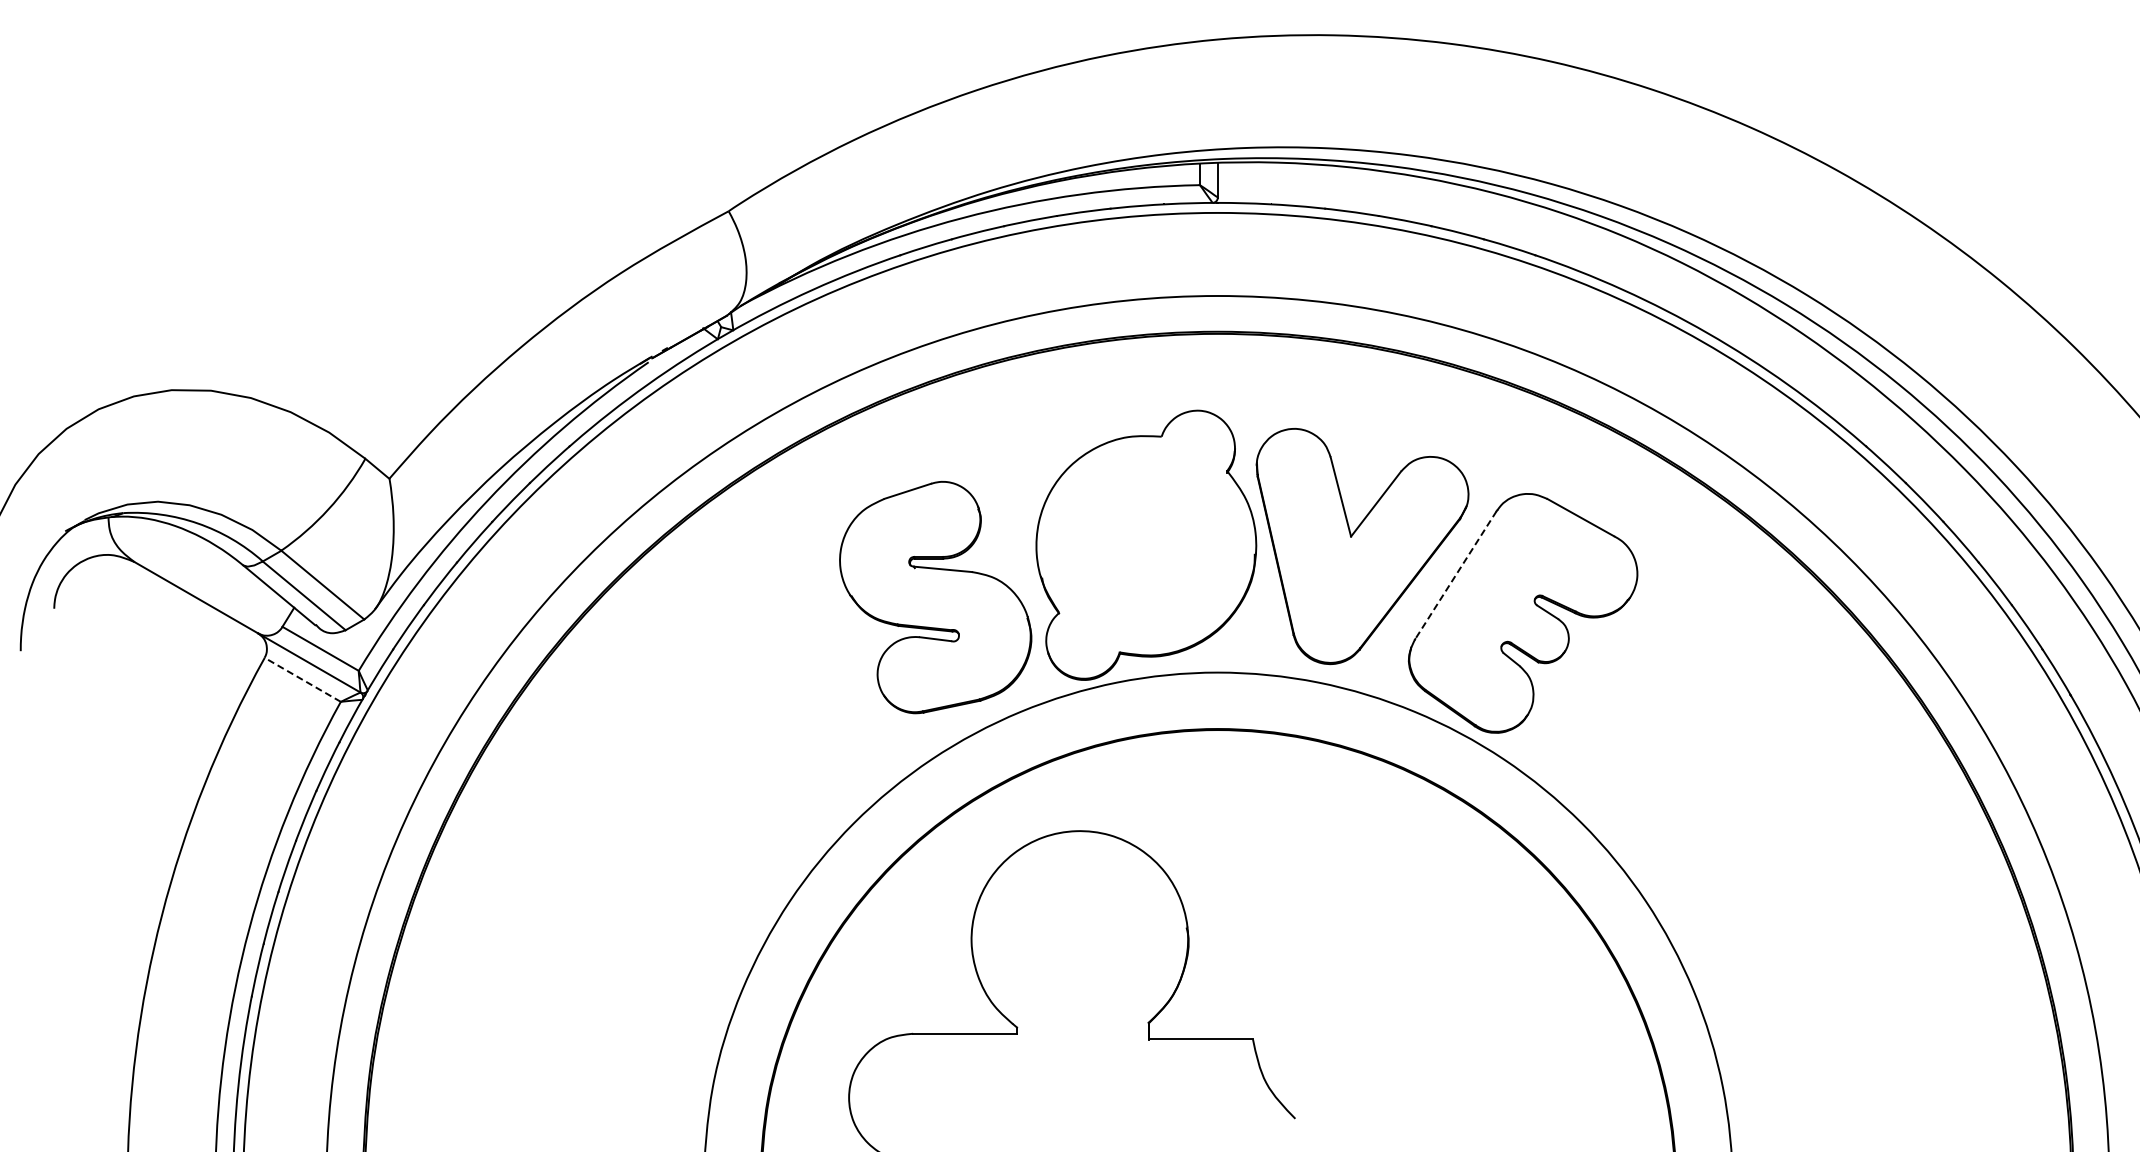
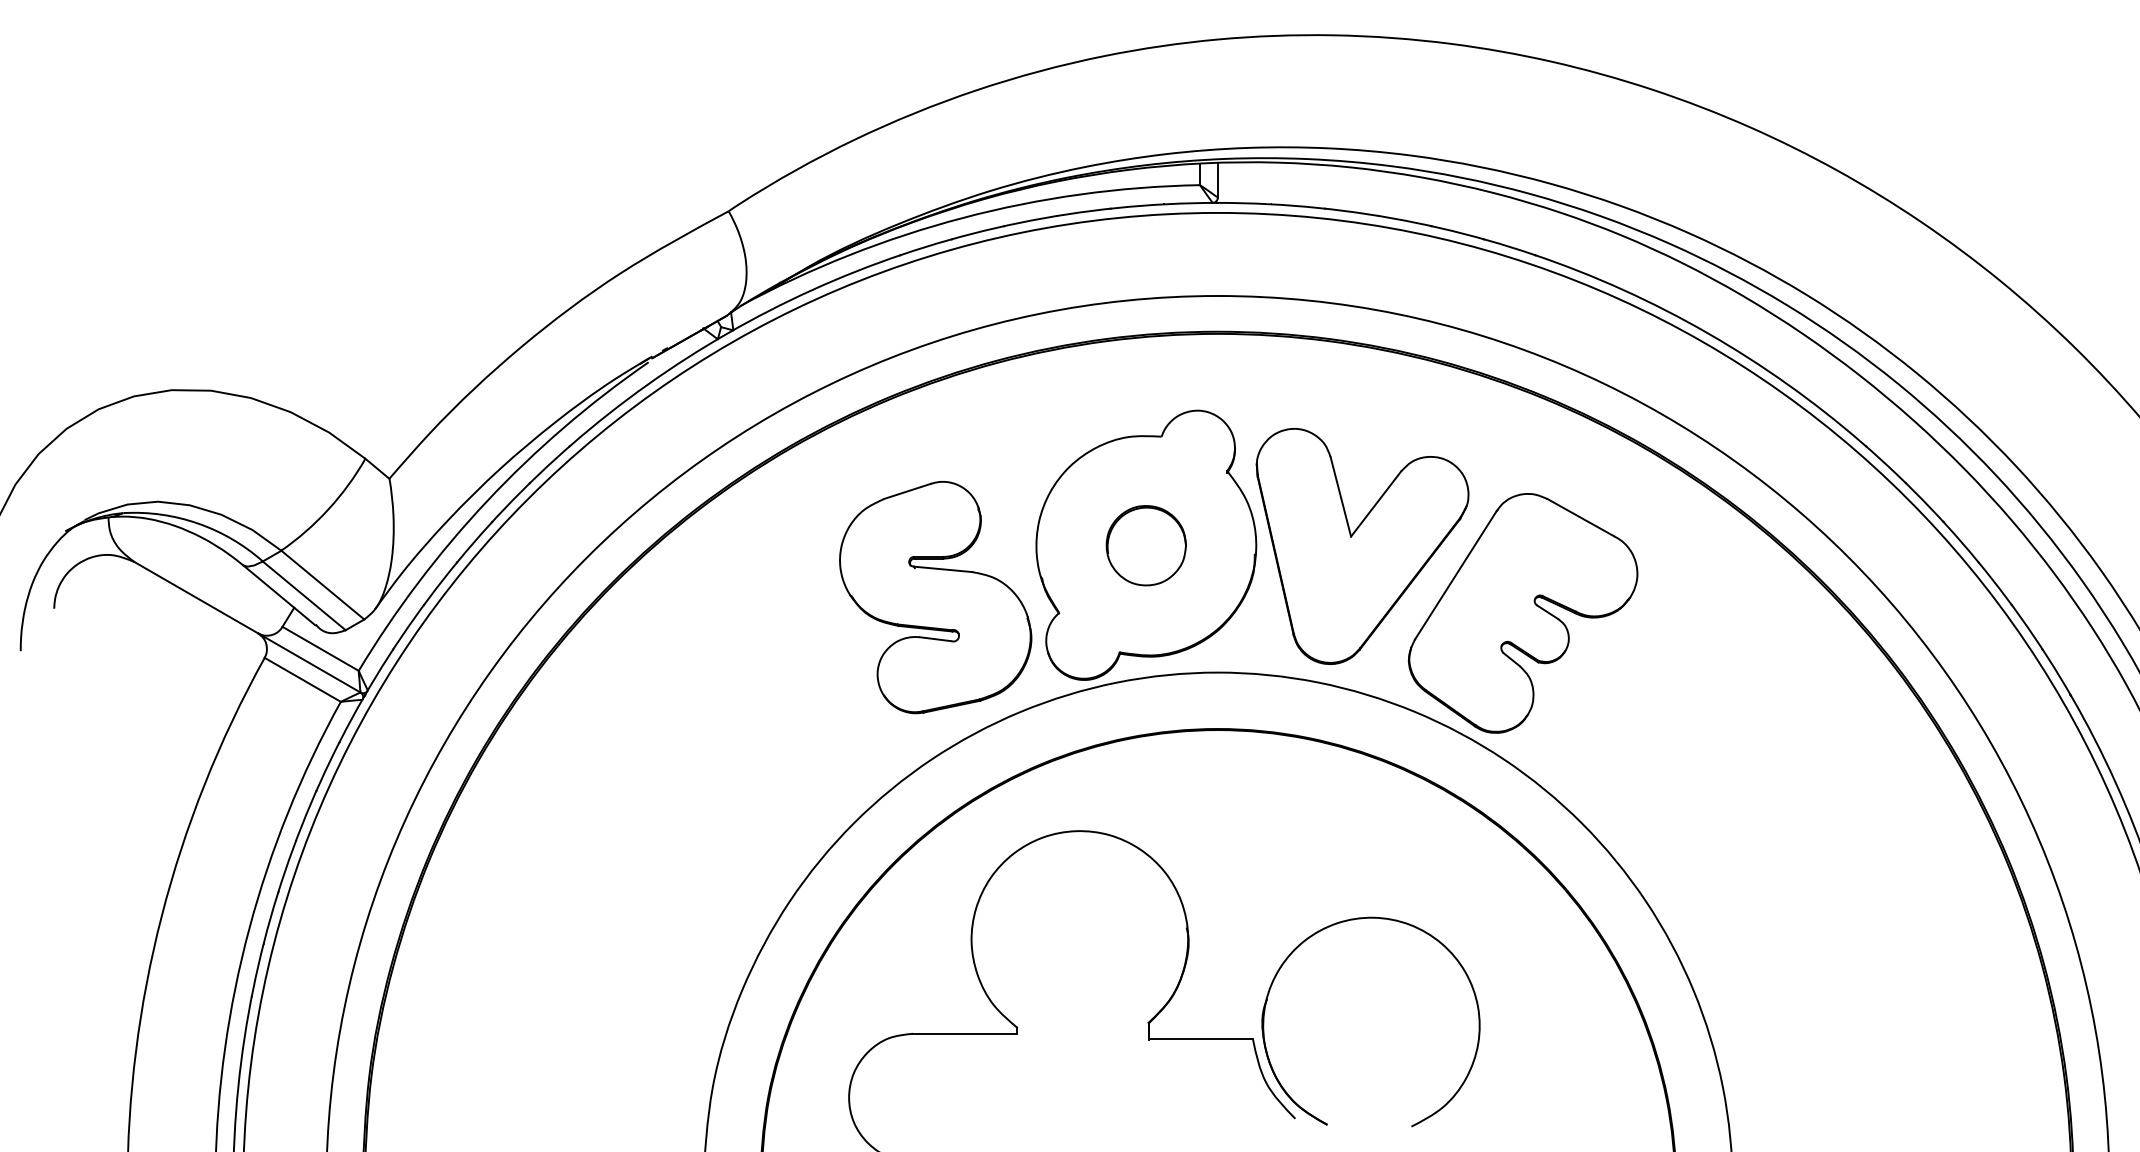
part at (1145, 545): none -> present
line at (1455, 575): dashed -> solid
line at (302, 679): dashed -> solid
part at (1362, 919): none -> present
